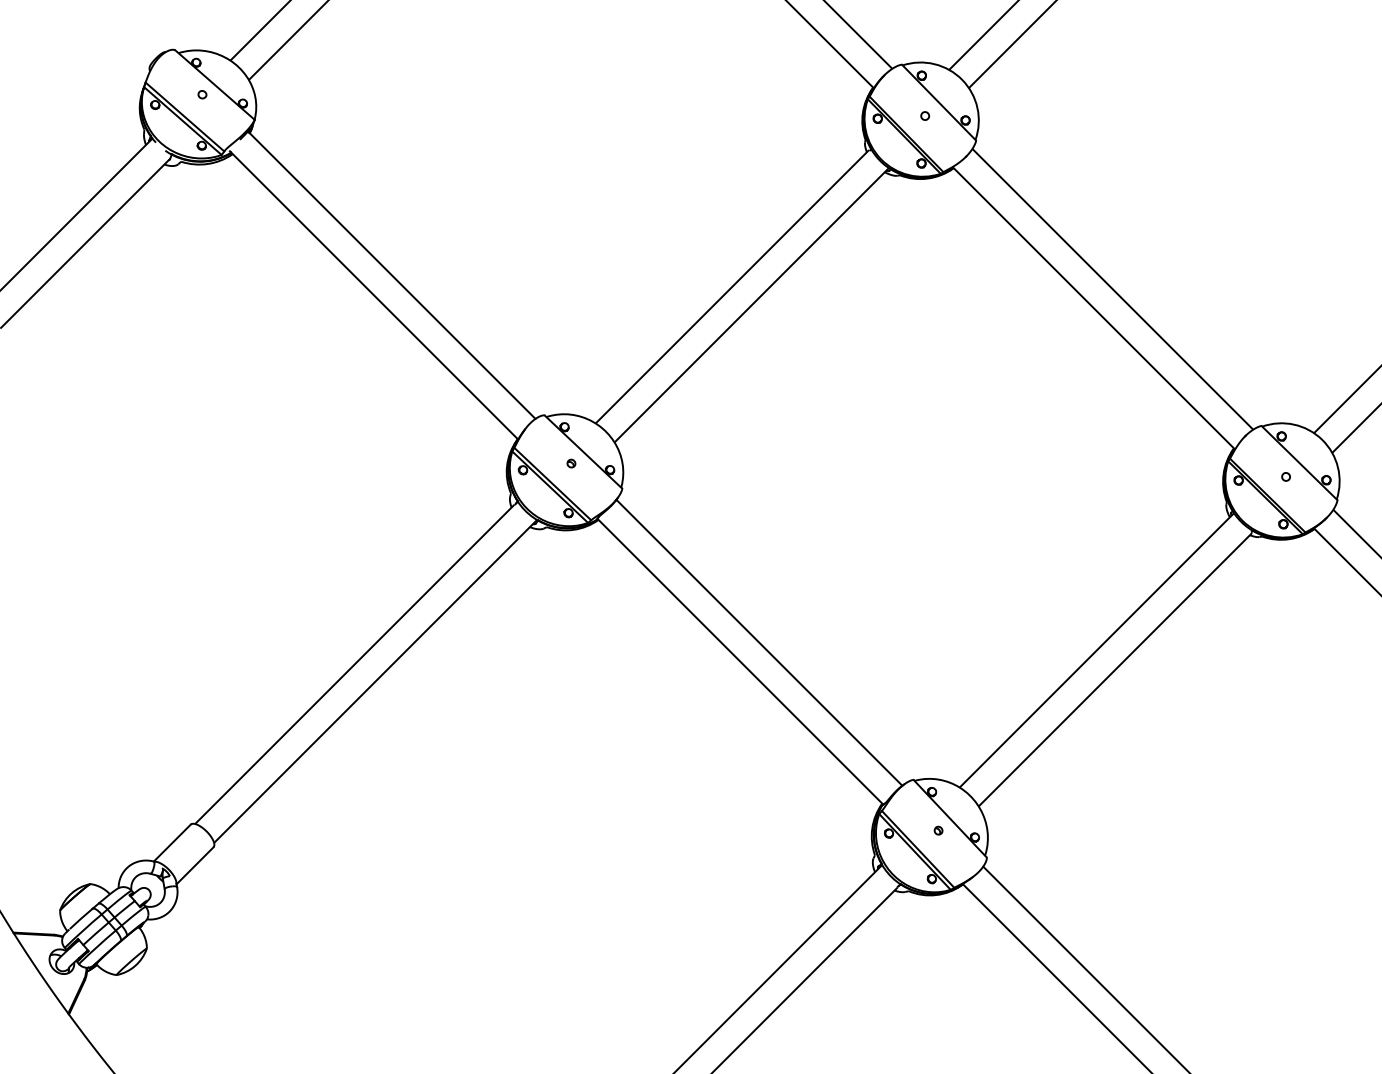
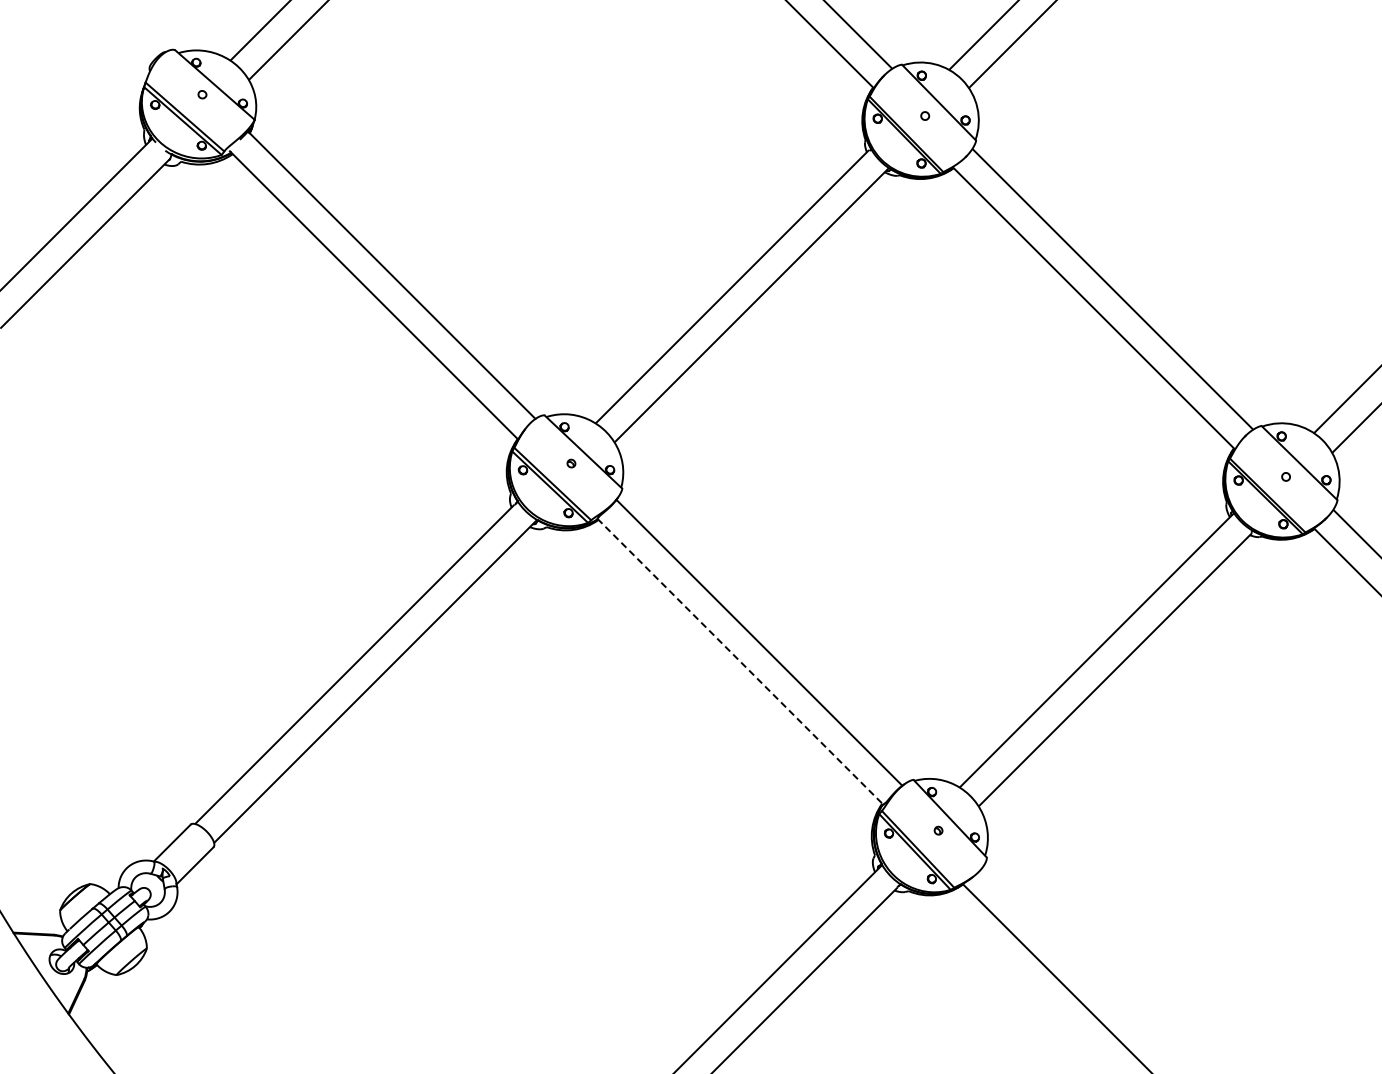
line at (740, 662): solid -> dashed
line at (1085, 968): present -> none
